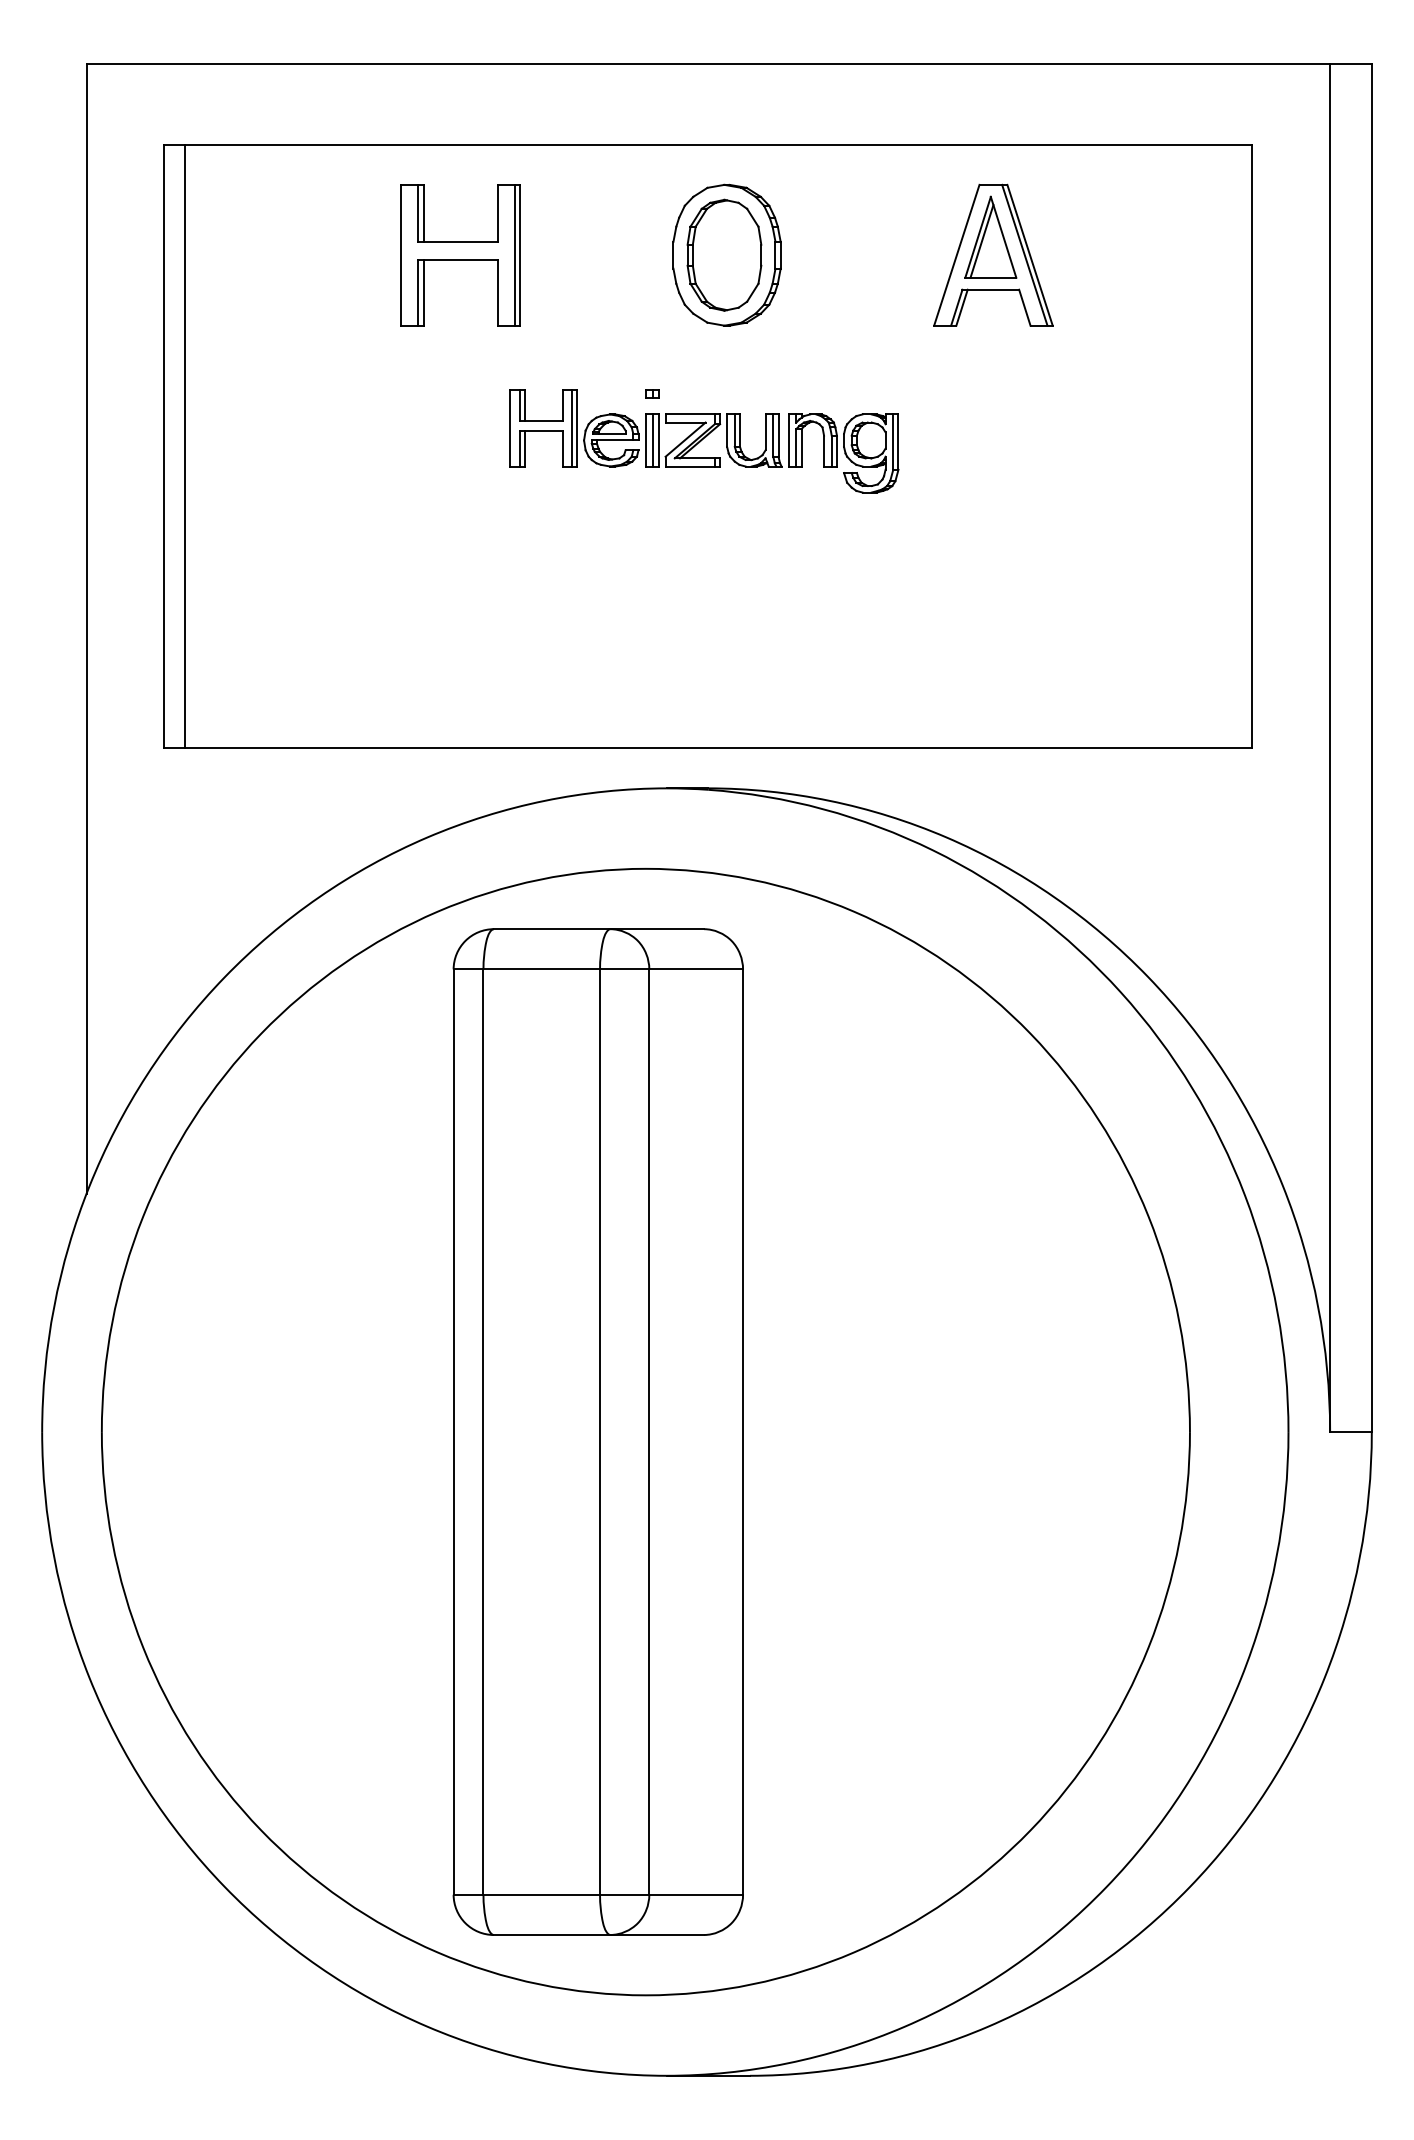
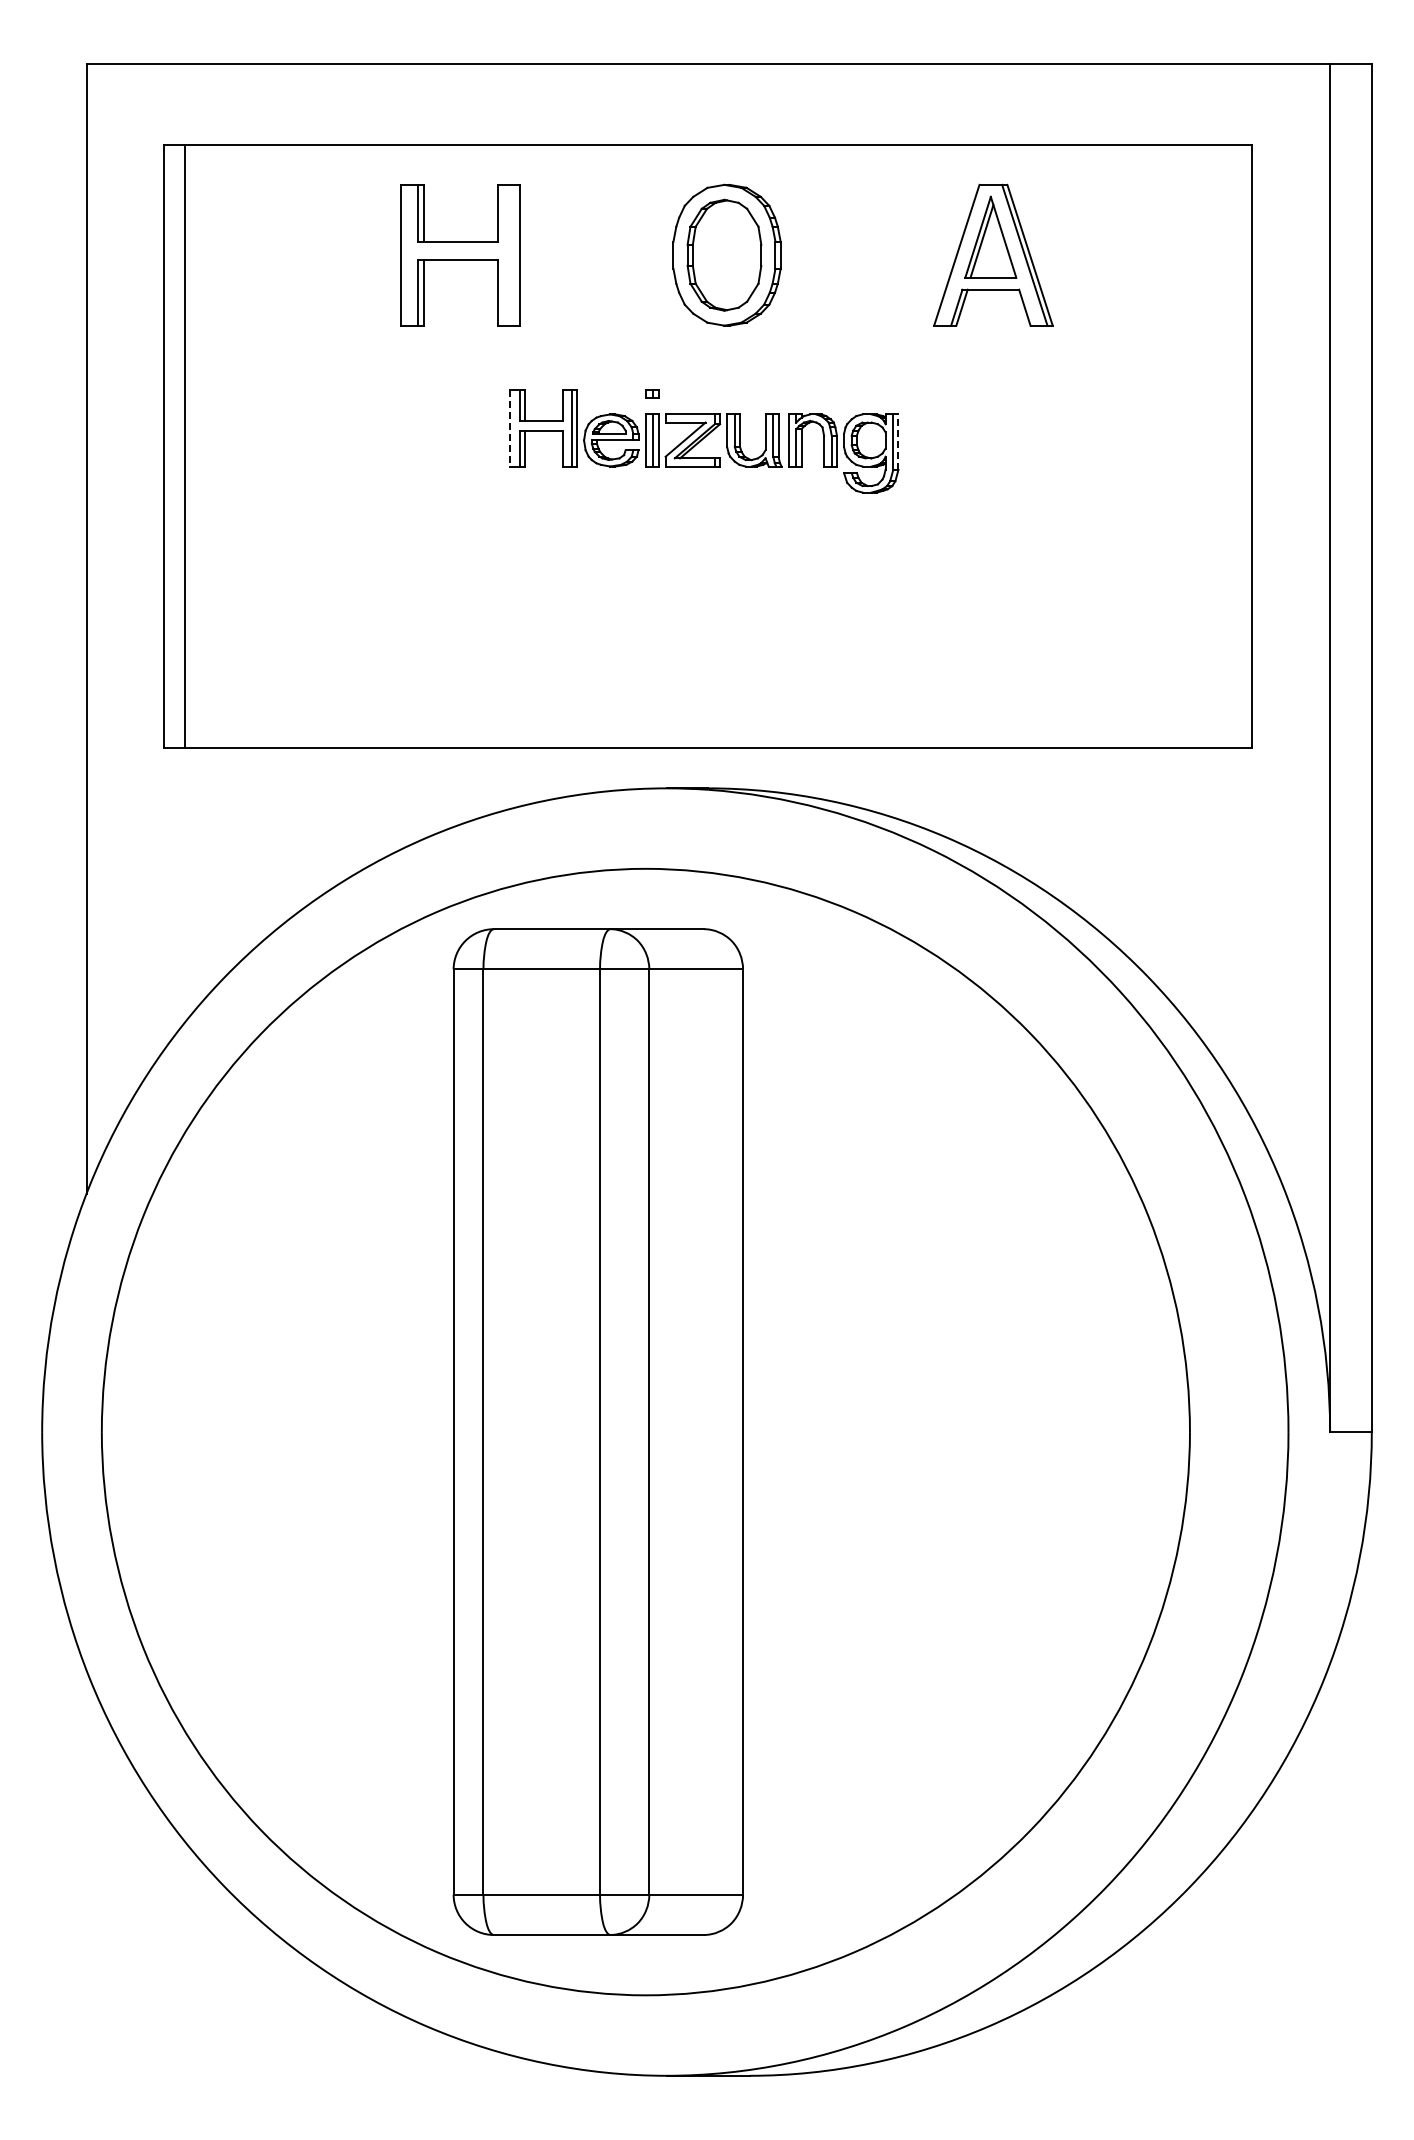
line at (514, 254): present -> none
line at (510, 428): solid -> dashed
line at (898, 442): solid -> dashed
